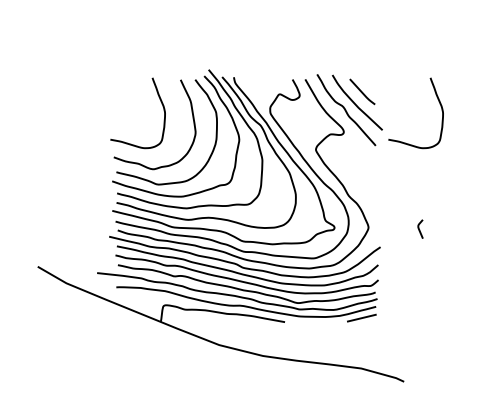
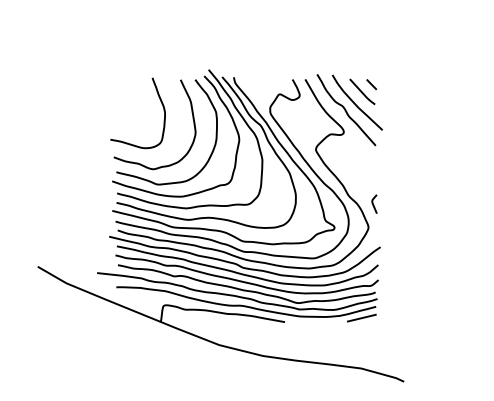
line at (371, 84): none -> present
curve at (439, 104): present -> none
curve at (419, 228) position: (419, 228) -> (373, 203)
